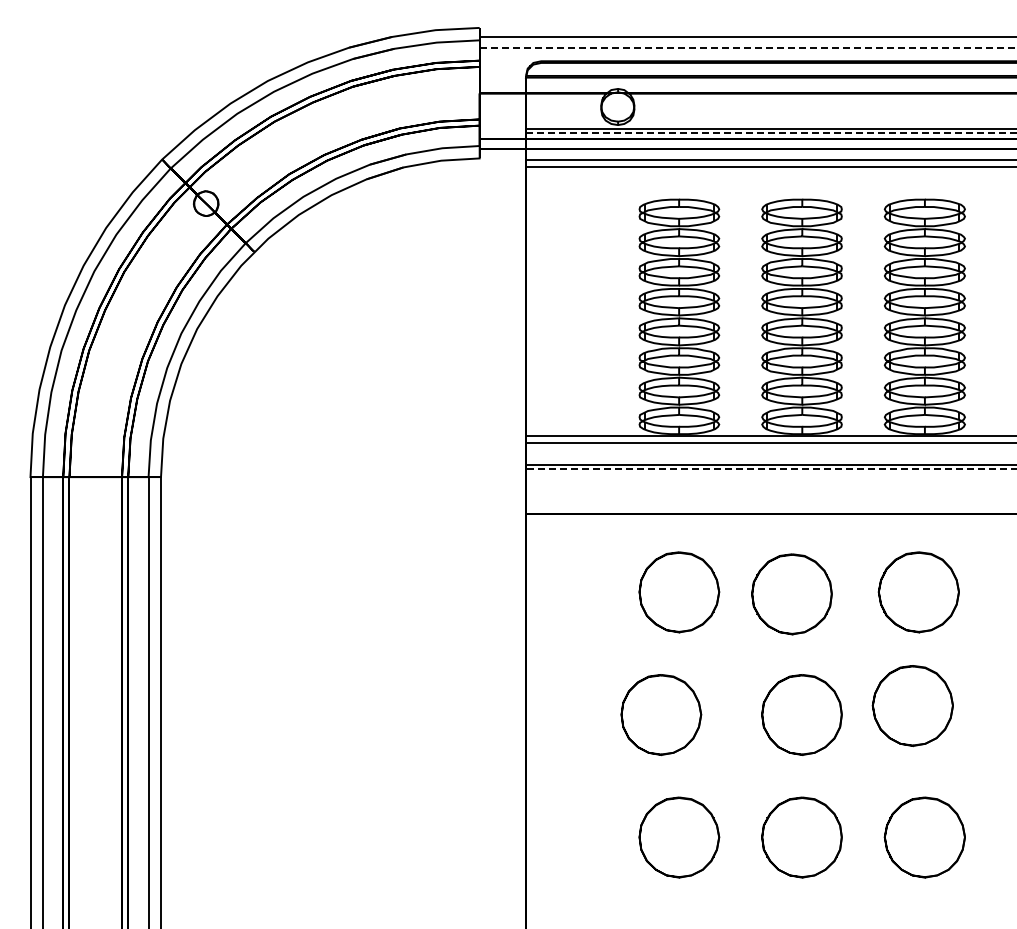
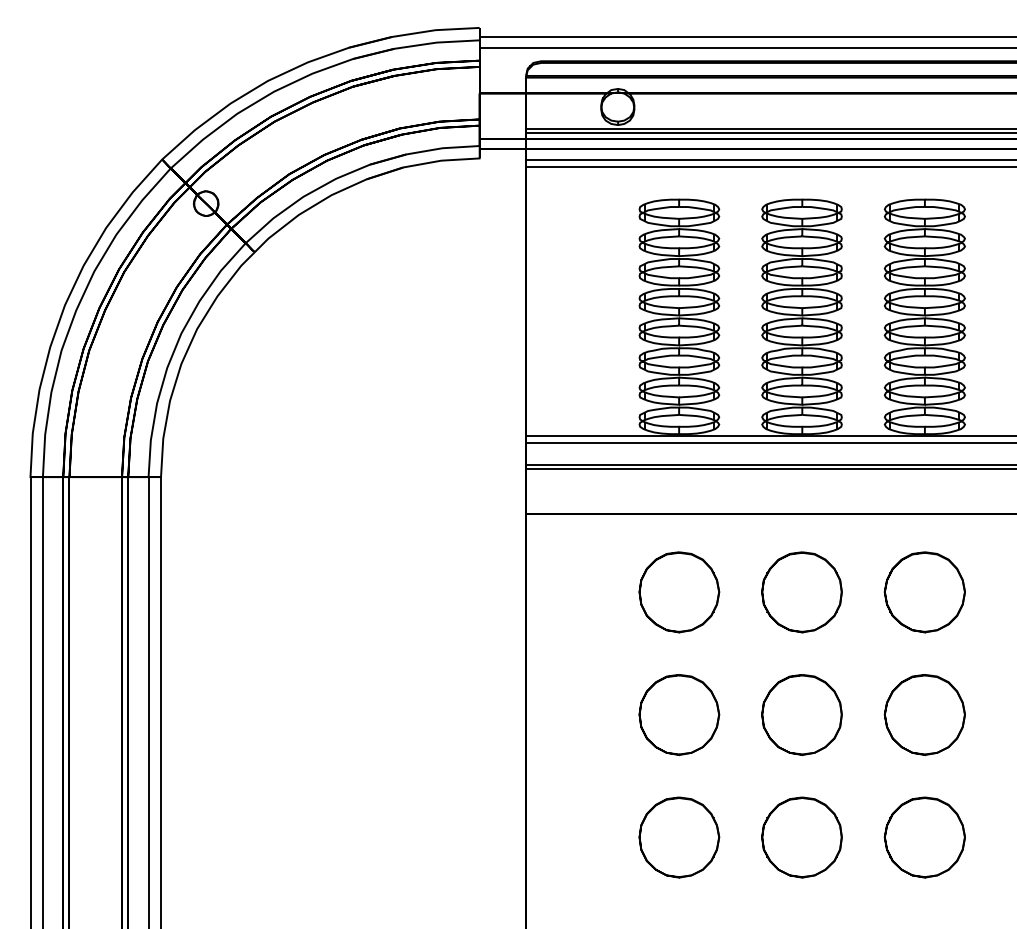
line at (748, 47): dashed -> solid
line at (771, 133): dashed -> solid
line at (771, 469): dashed -> solid
part at (918, 592) position: (918, 592) -> (924, 592)
part at (791, 594) position: (791, 594) -> (801, 592)
part at (912, 706) position: (912, 706) -> (924, 715)
part at (661, 715) position: (661, 715) -> (679, 715)
